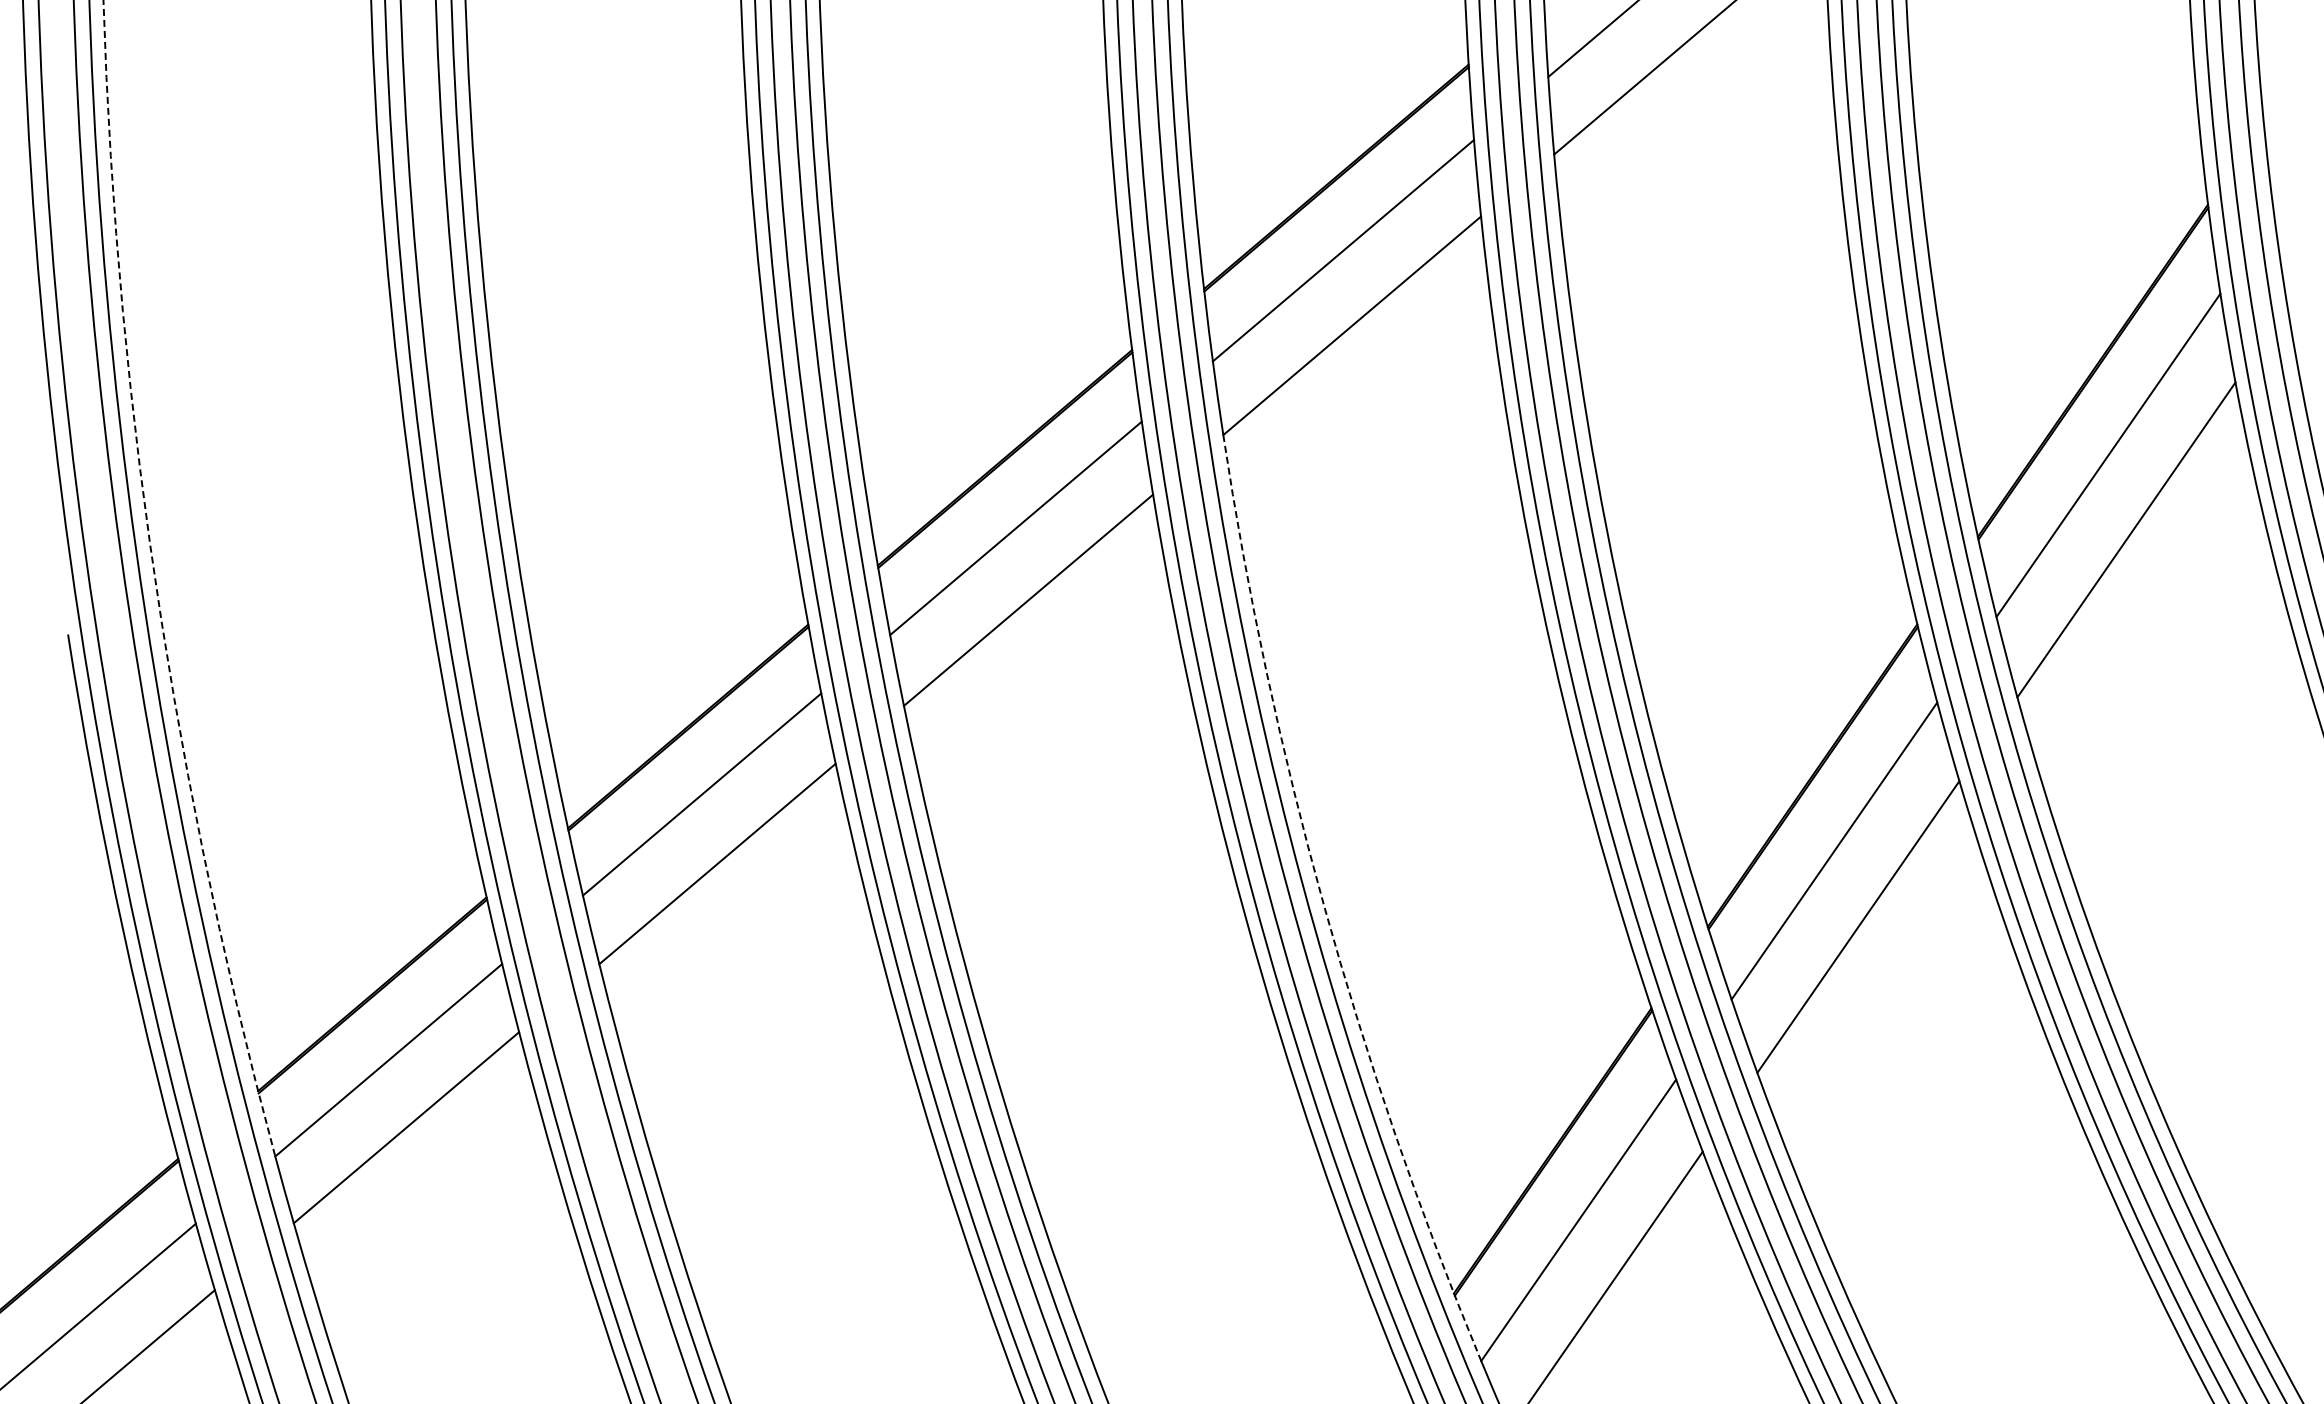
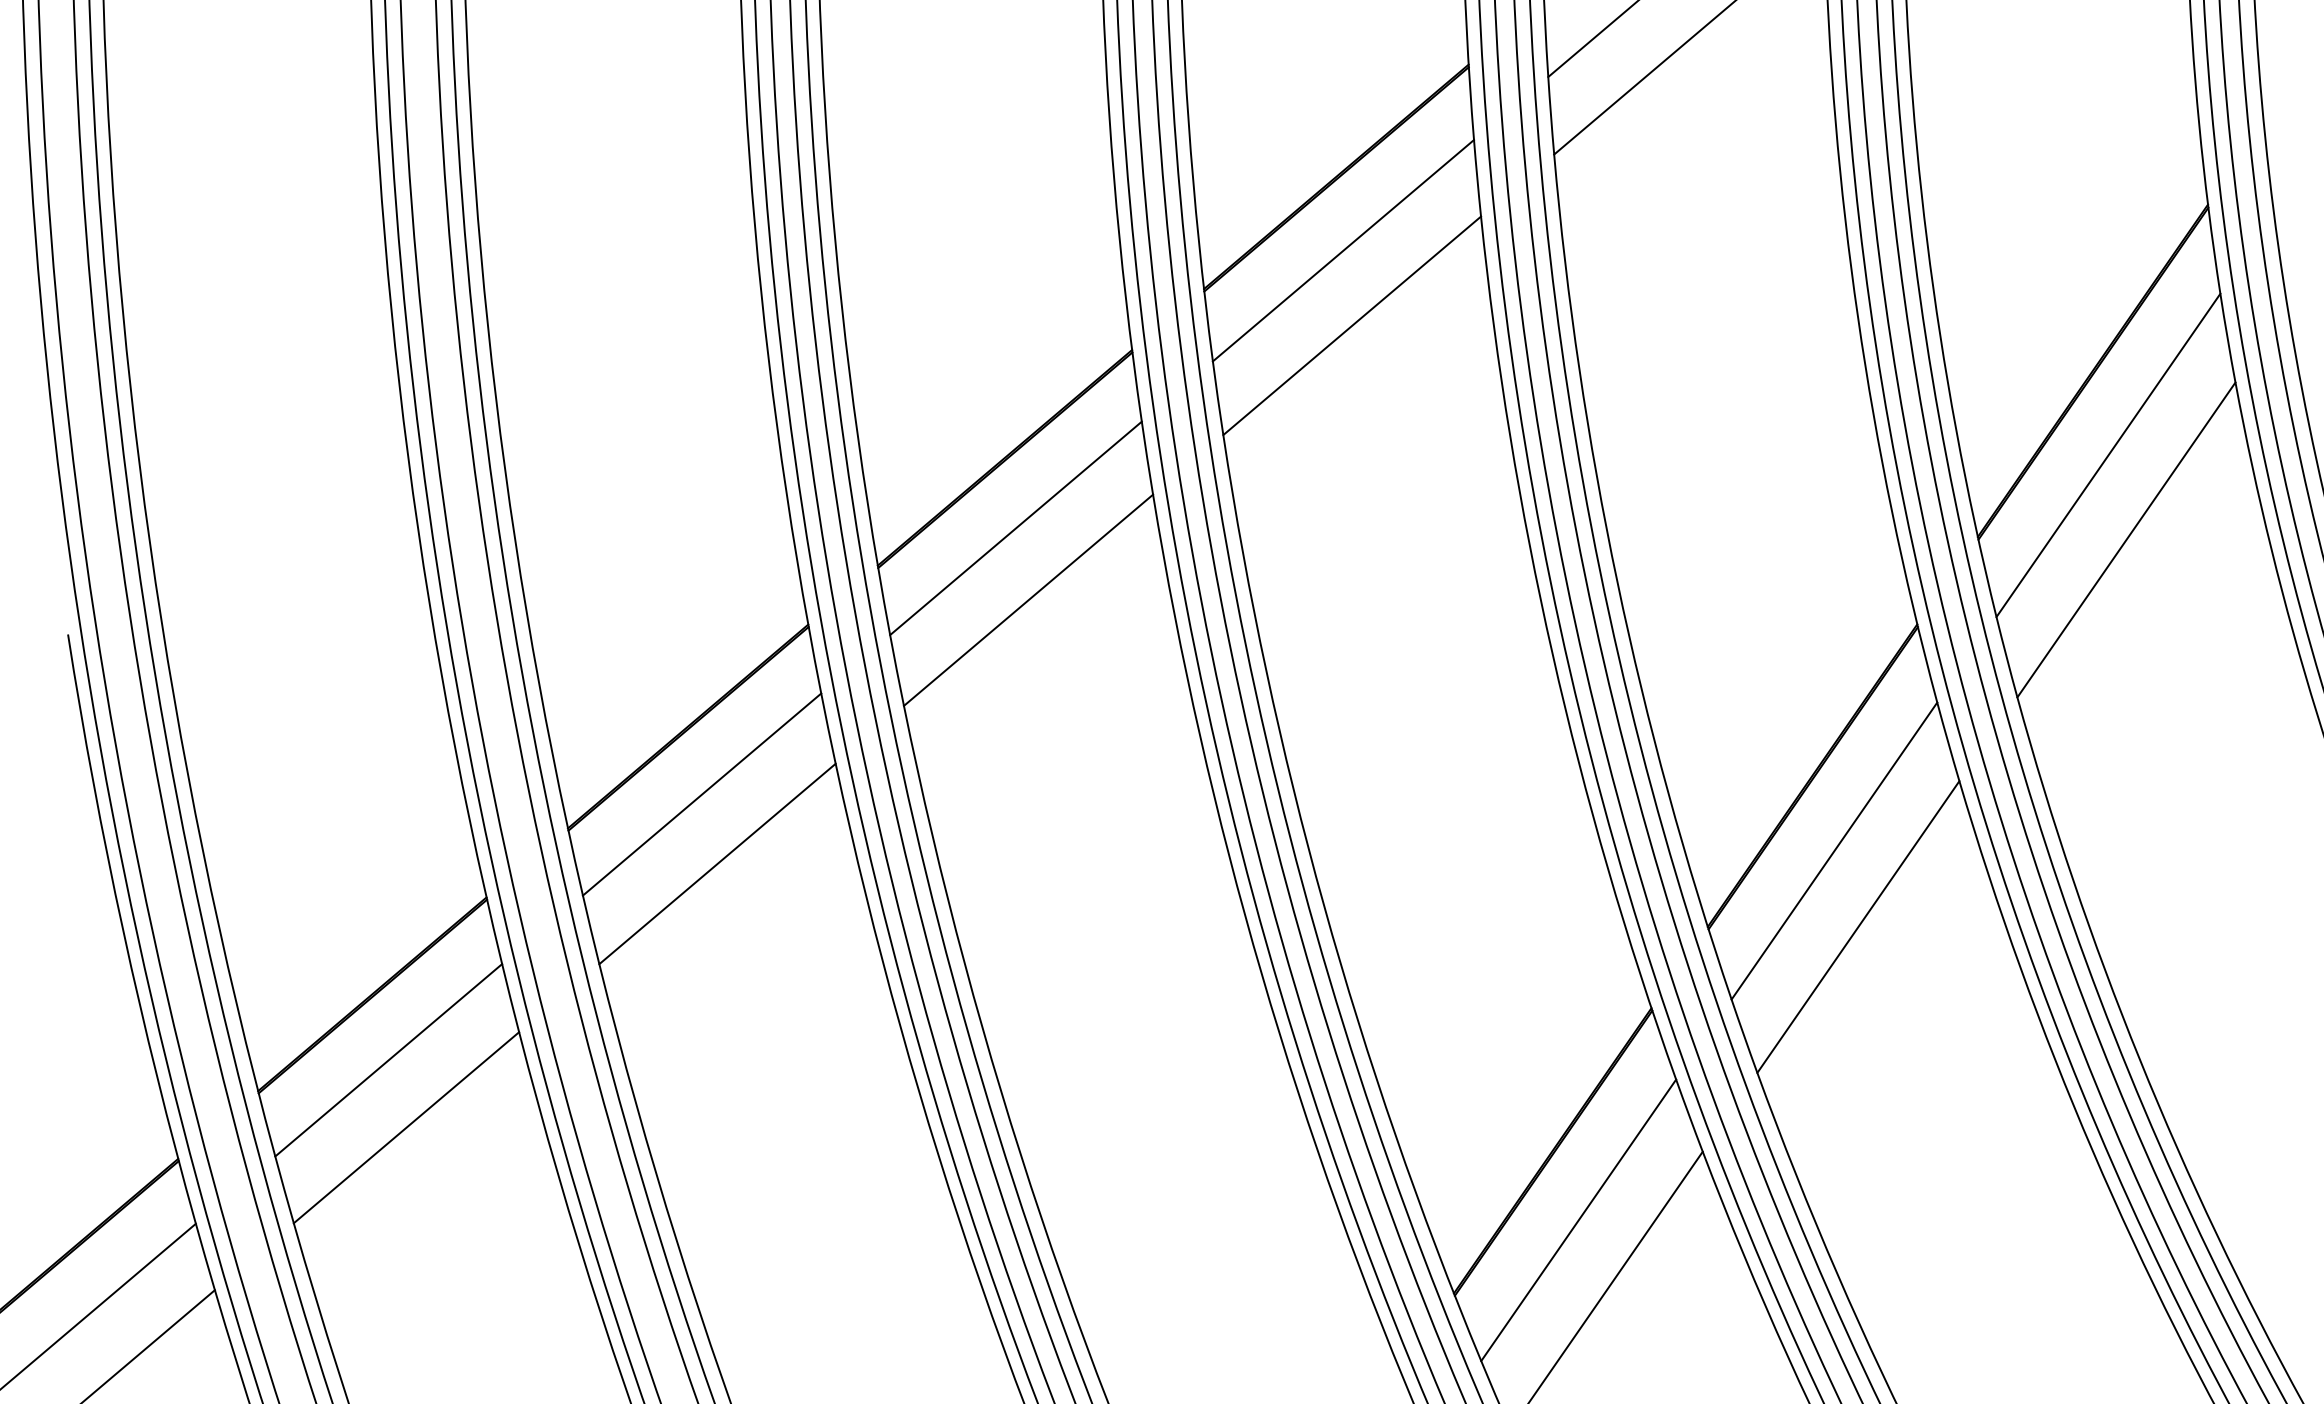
arc at (155, 582): dashed -> solid
arc at (1324, 905): dashed -> solid
